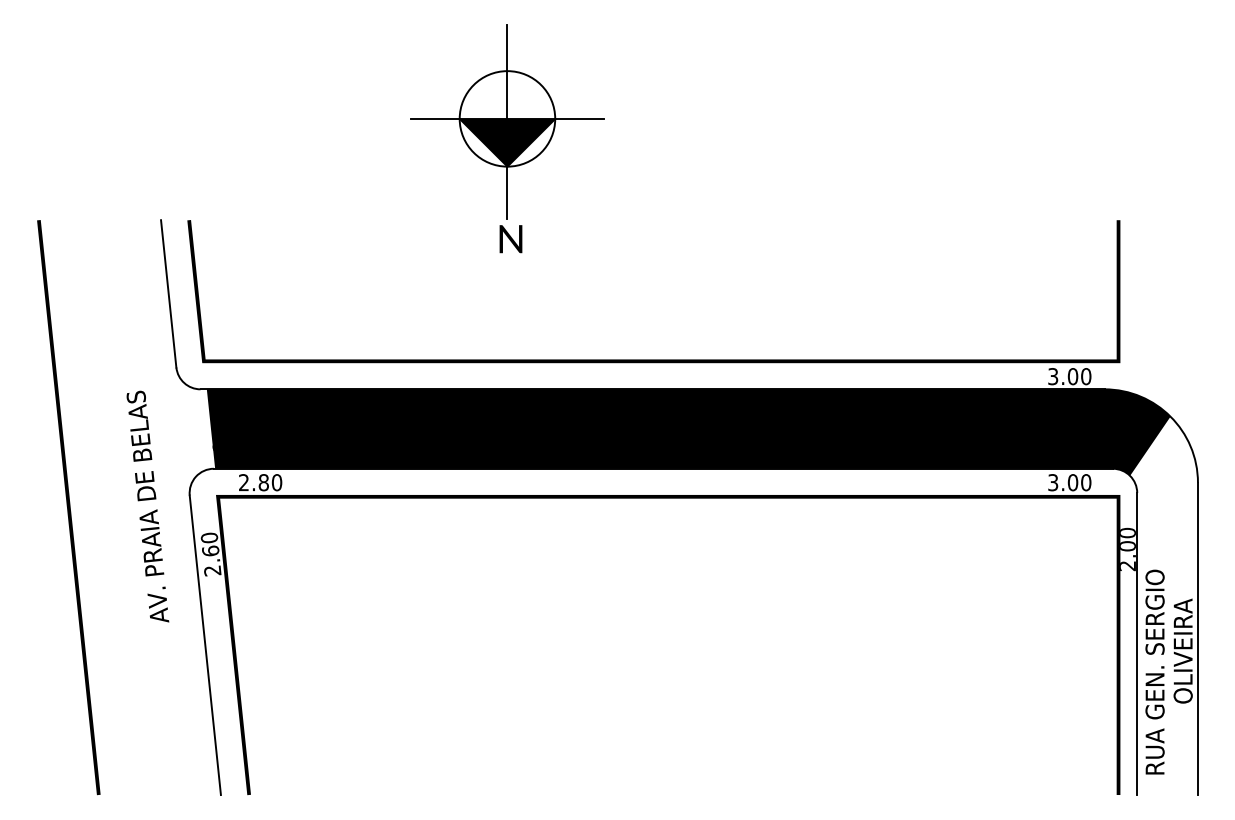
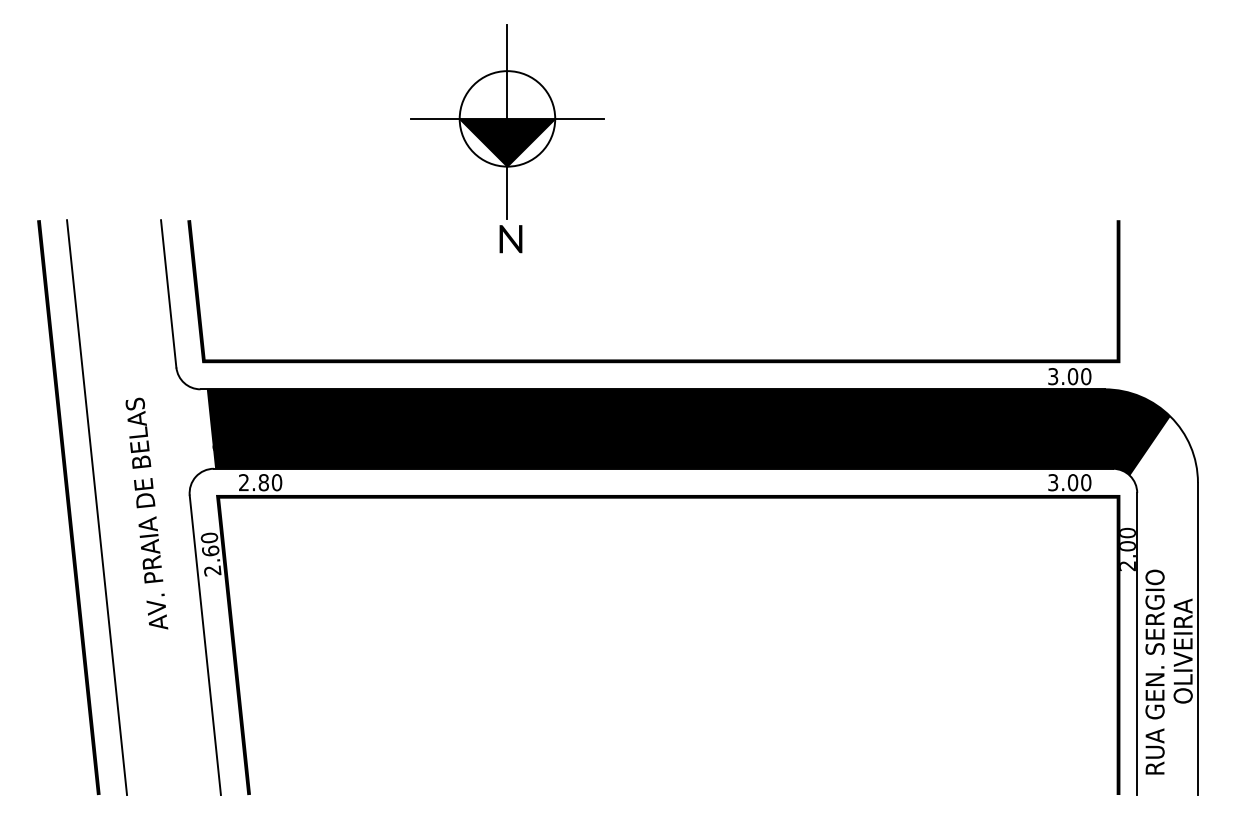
text at (147, 506) position: (147, 506) -> (146, 513)
line at (97, 507): none -> present
